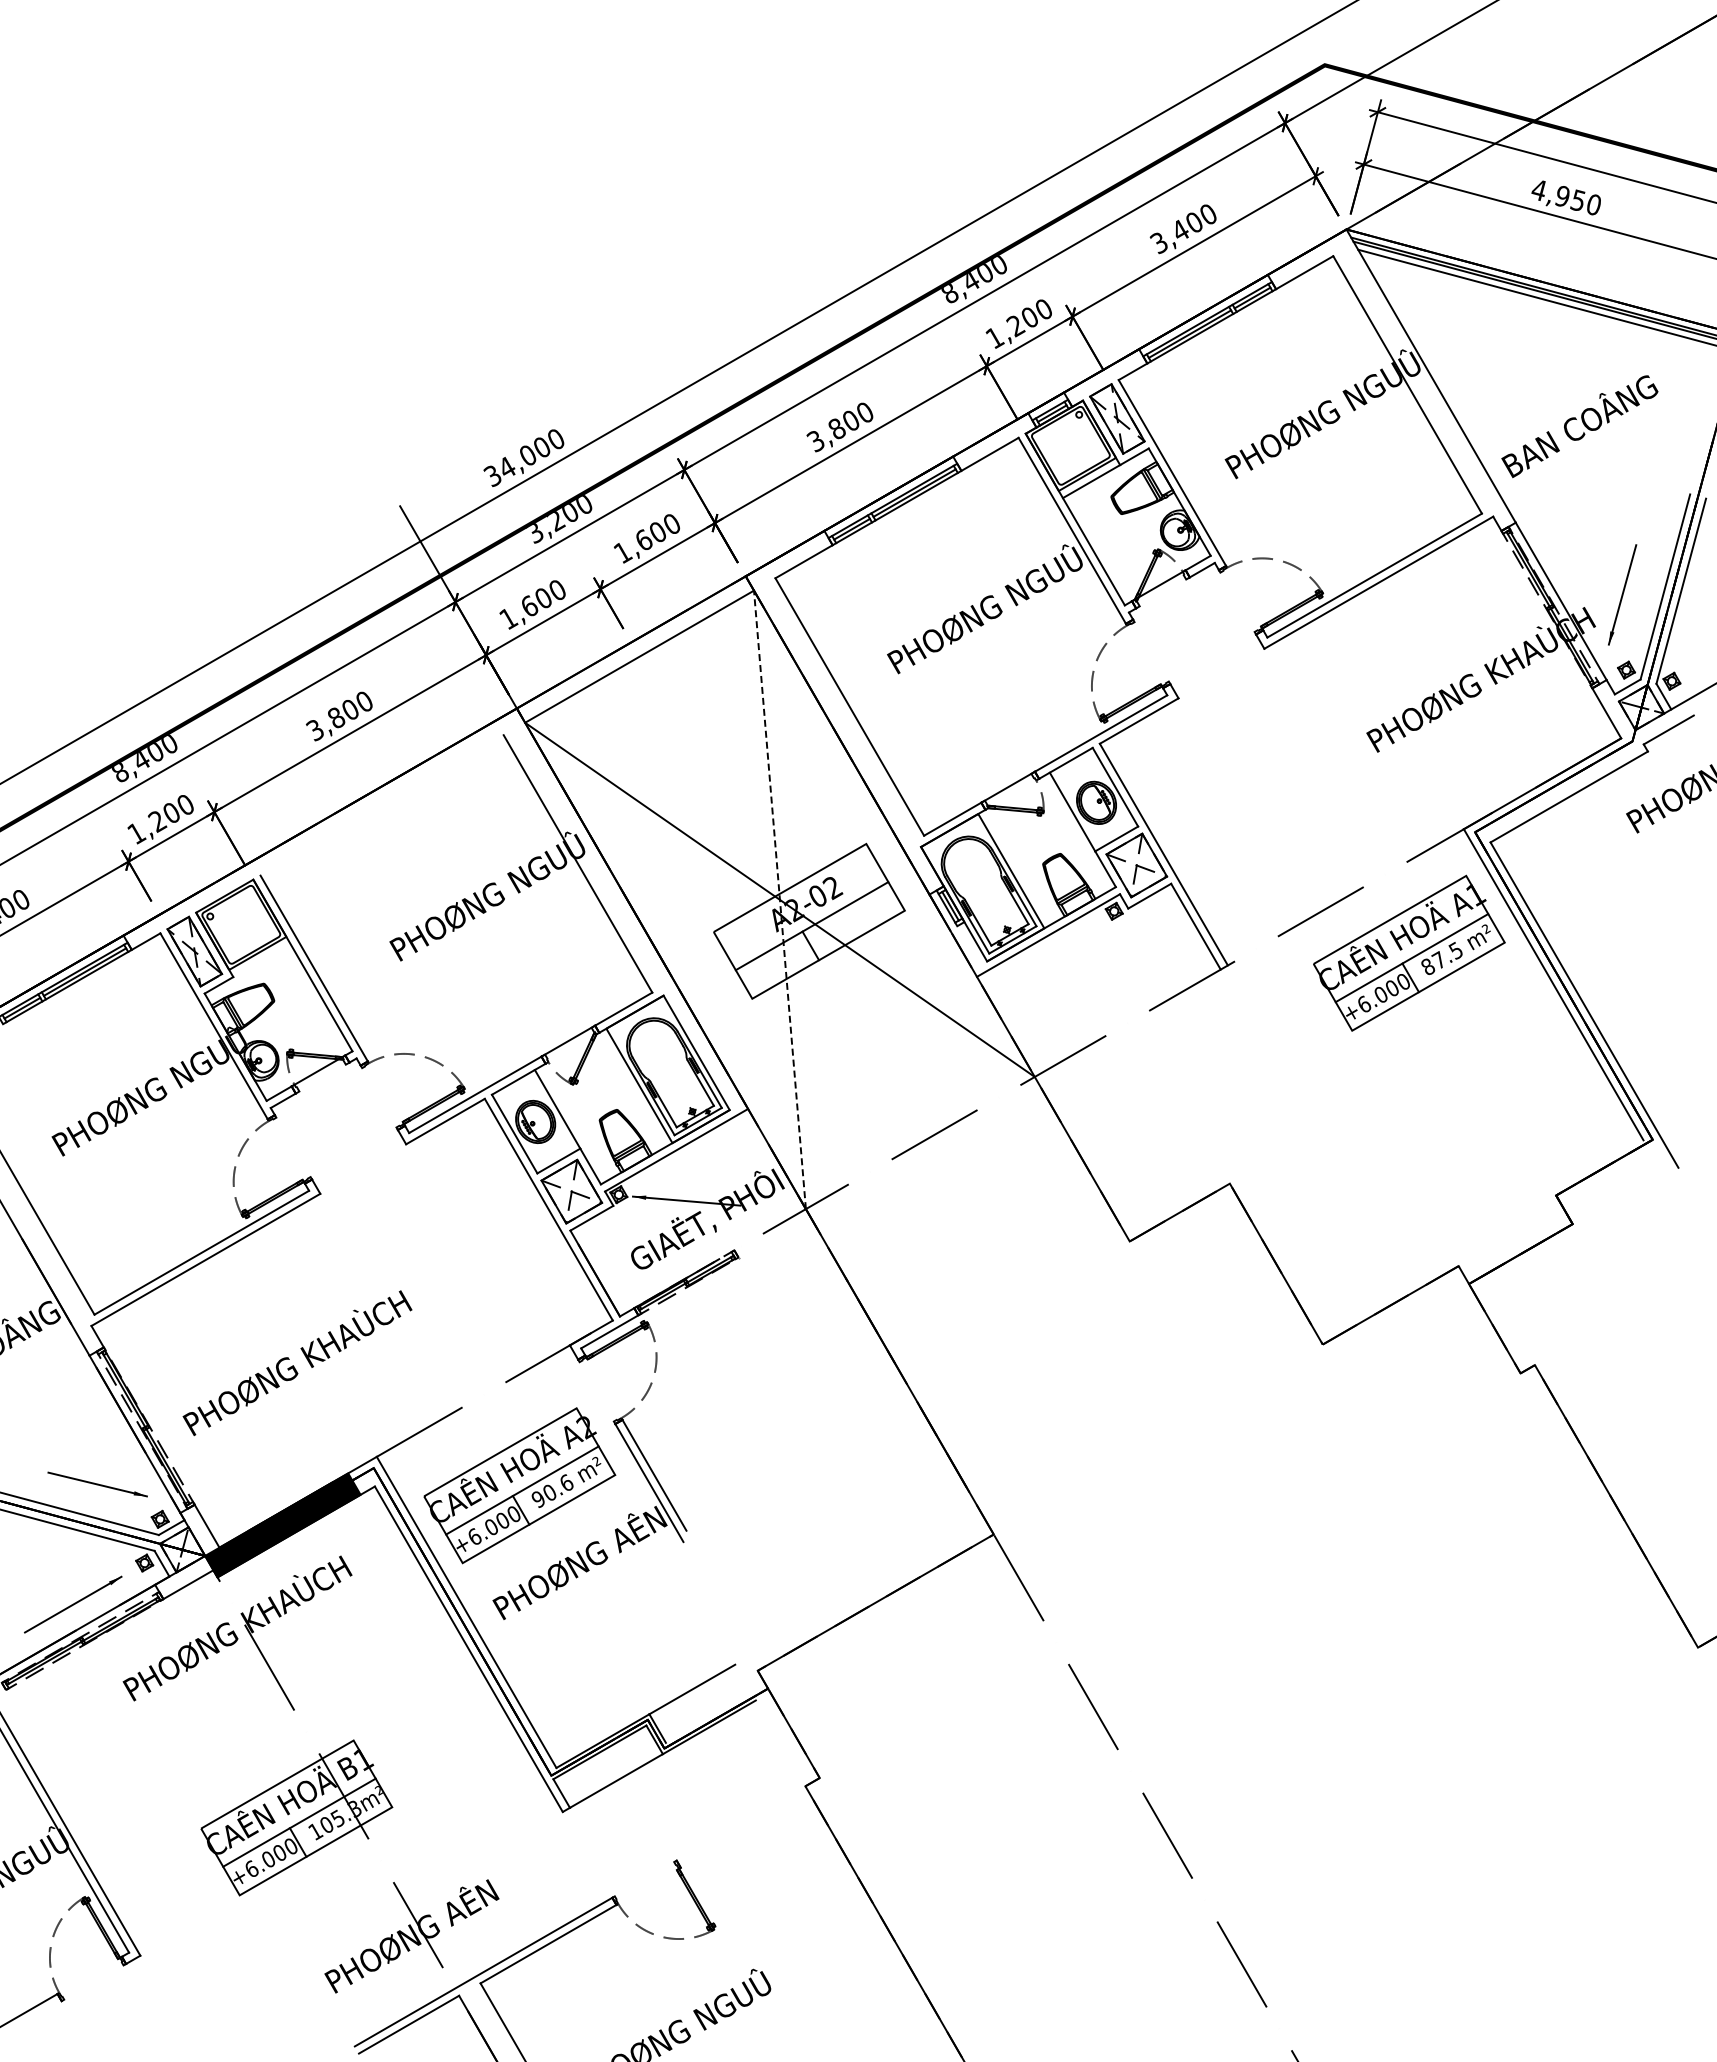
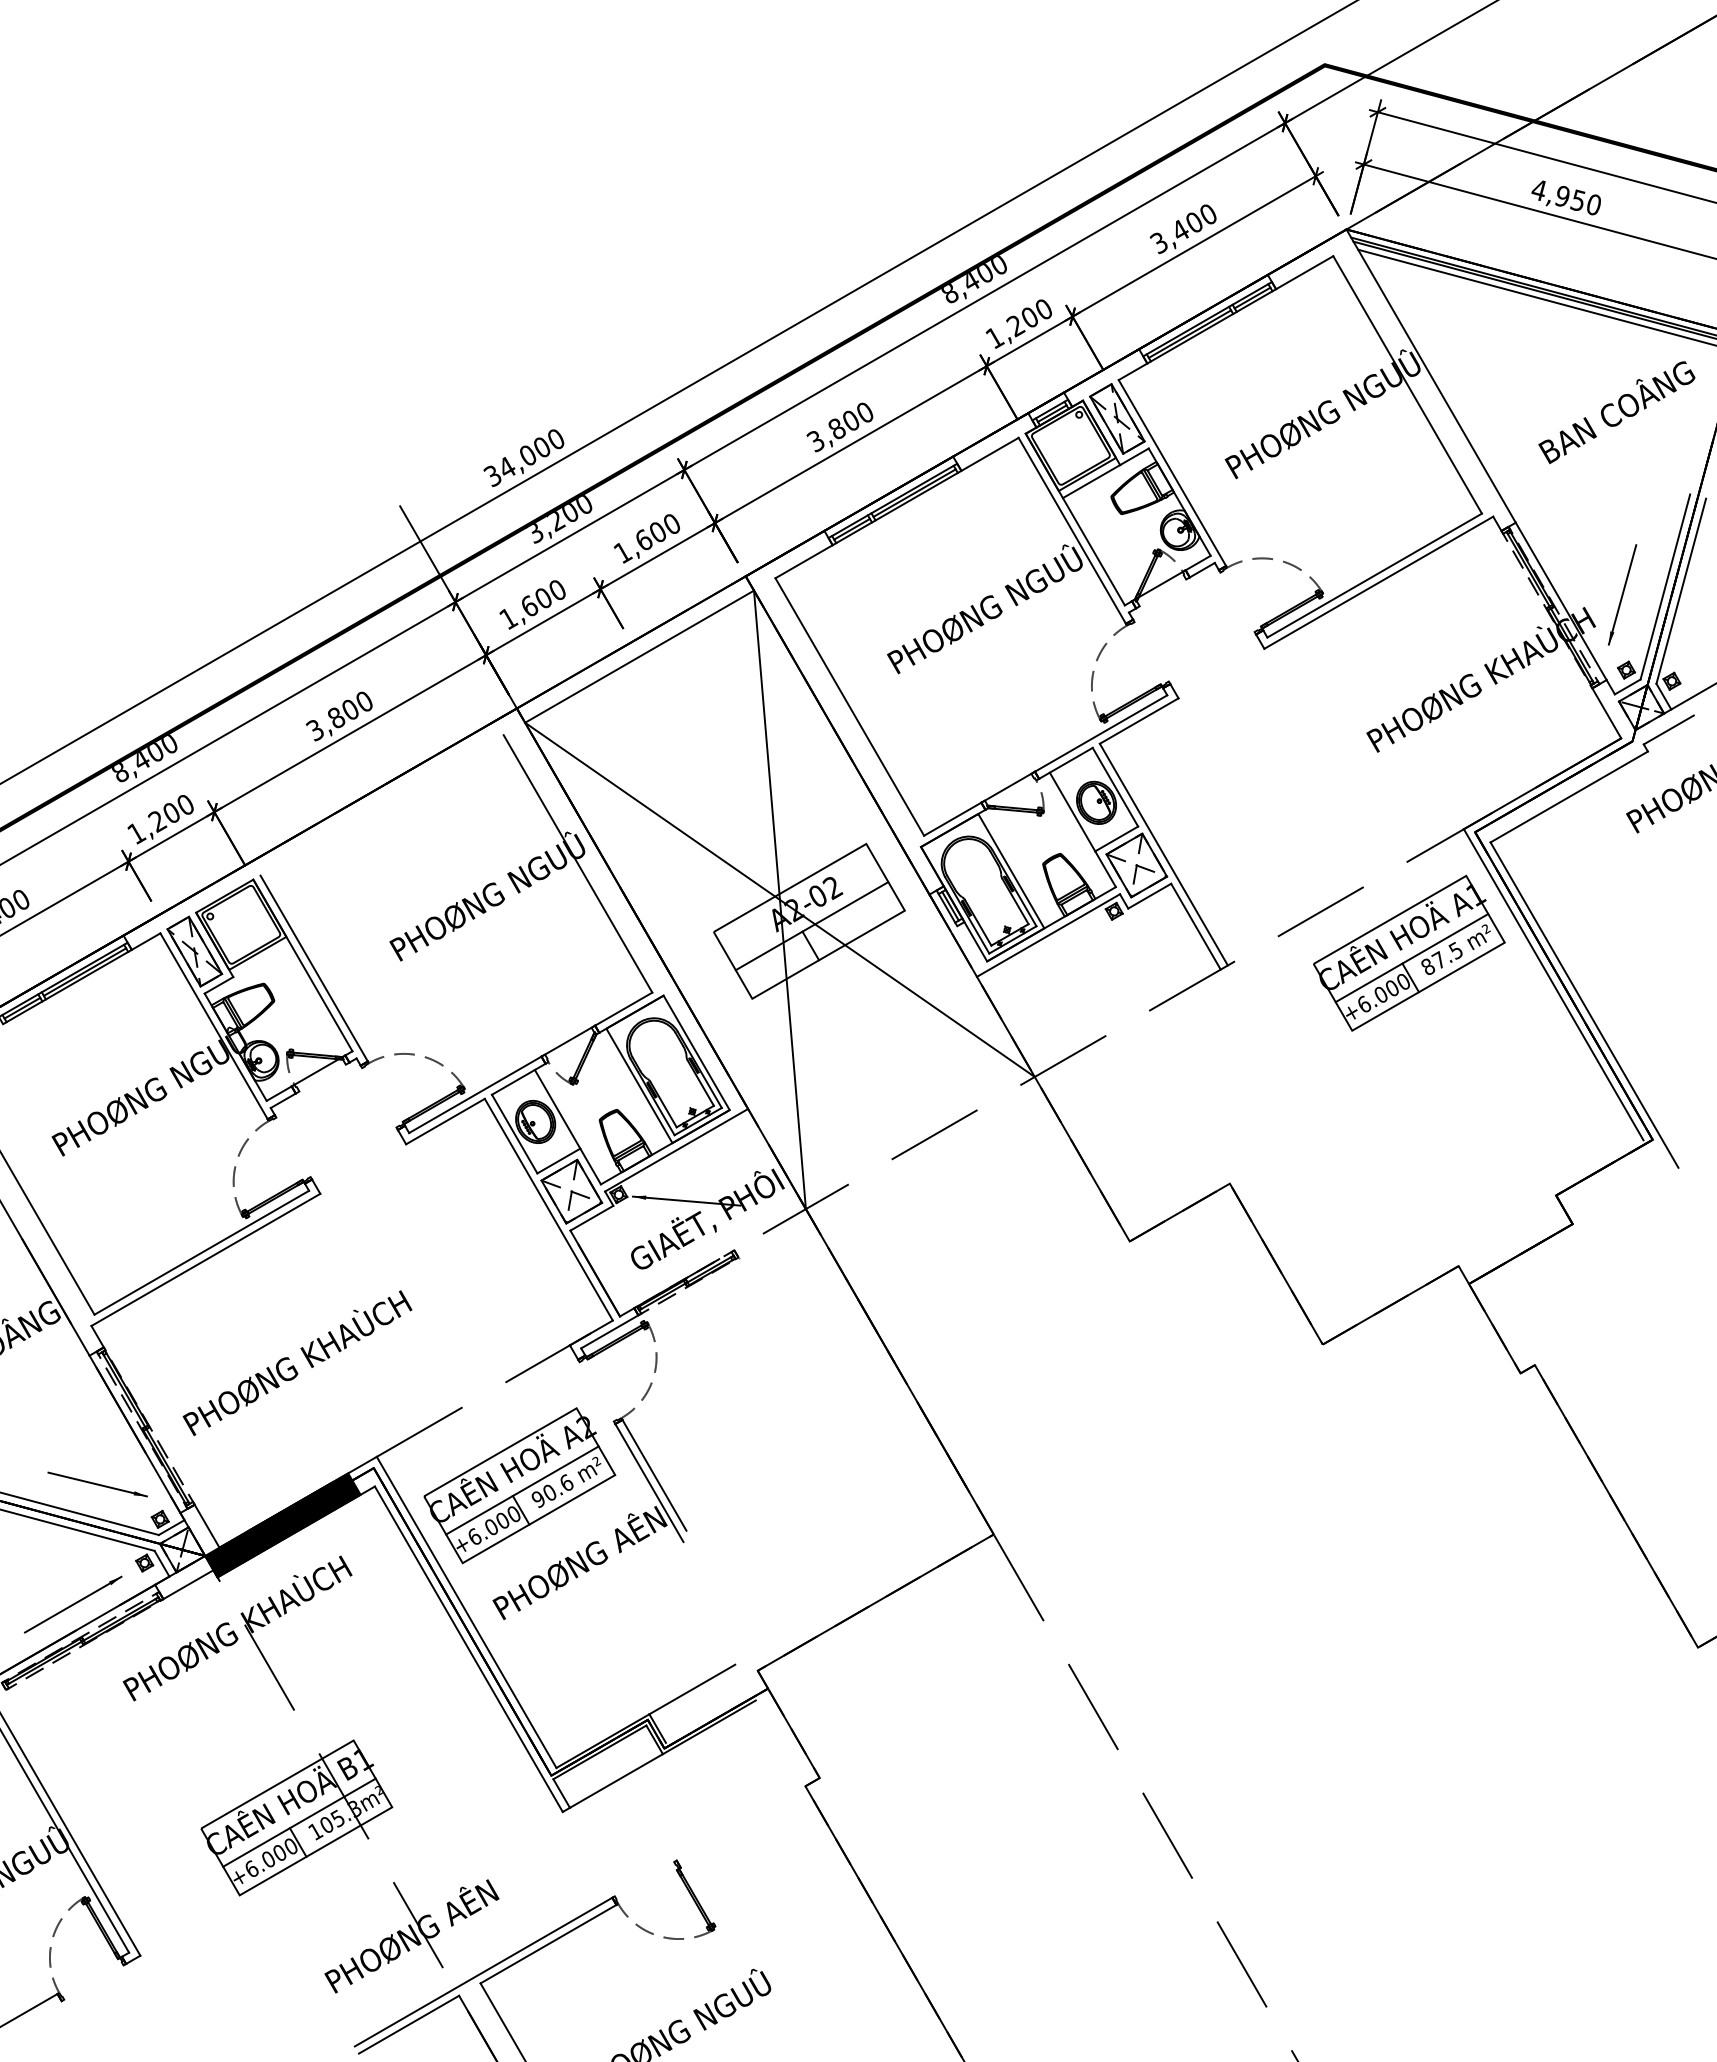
text at (1579, 426) position: (1579, 426) -> (1616, 412)
line at (779, 899): dashed -> solid
